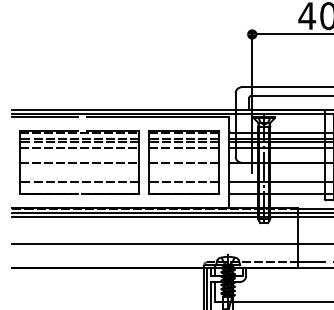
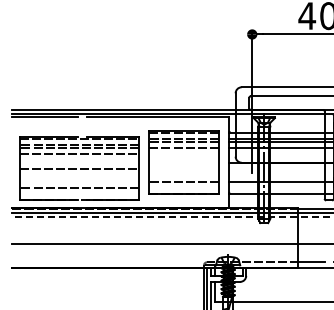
part at (79, 162) position: (79, 162) -> (79, 168)
line at (184, 162): present -> none
line at (173, 217): solid -> dashed
